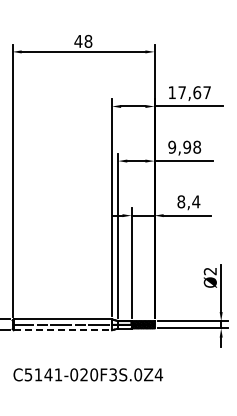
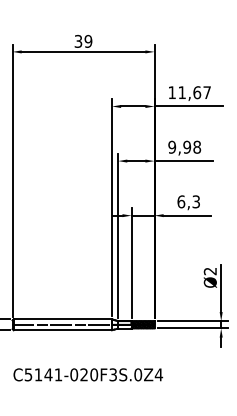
text at (83, 40): 48 -> 39
text at (181, 92): 17,67 -> 11,67
text at (188, 201): 8,4 -> 6,3
line at (63, 330): dashed -> solid
